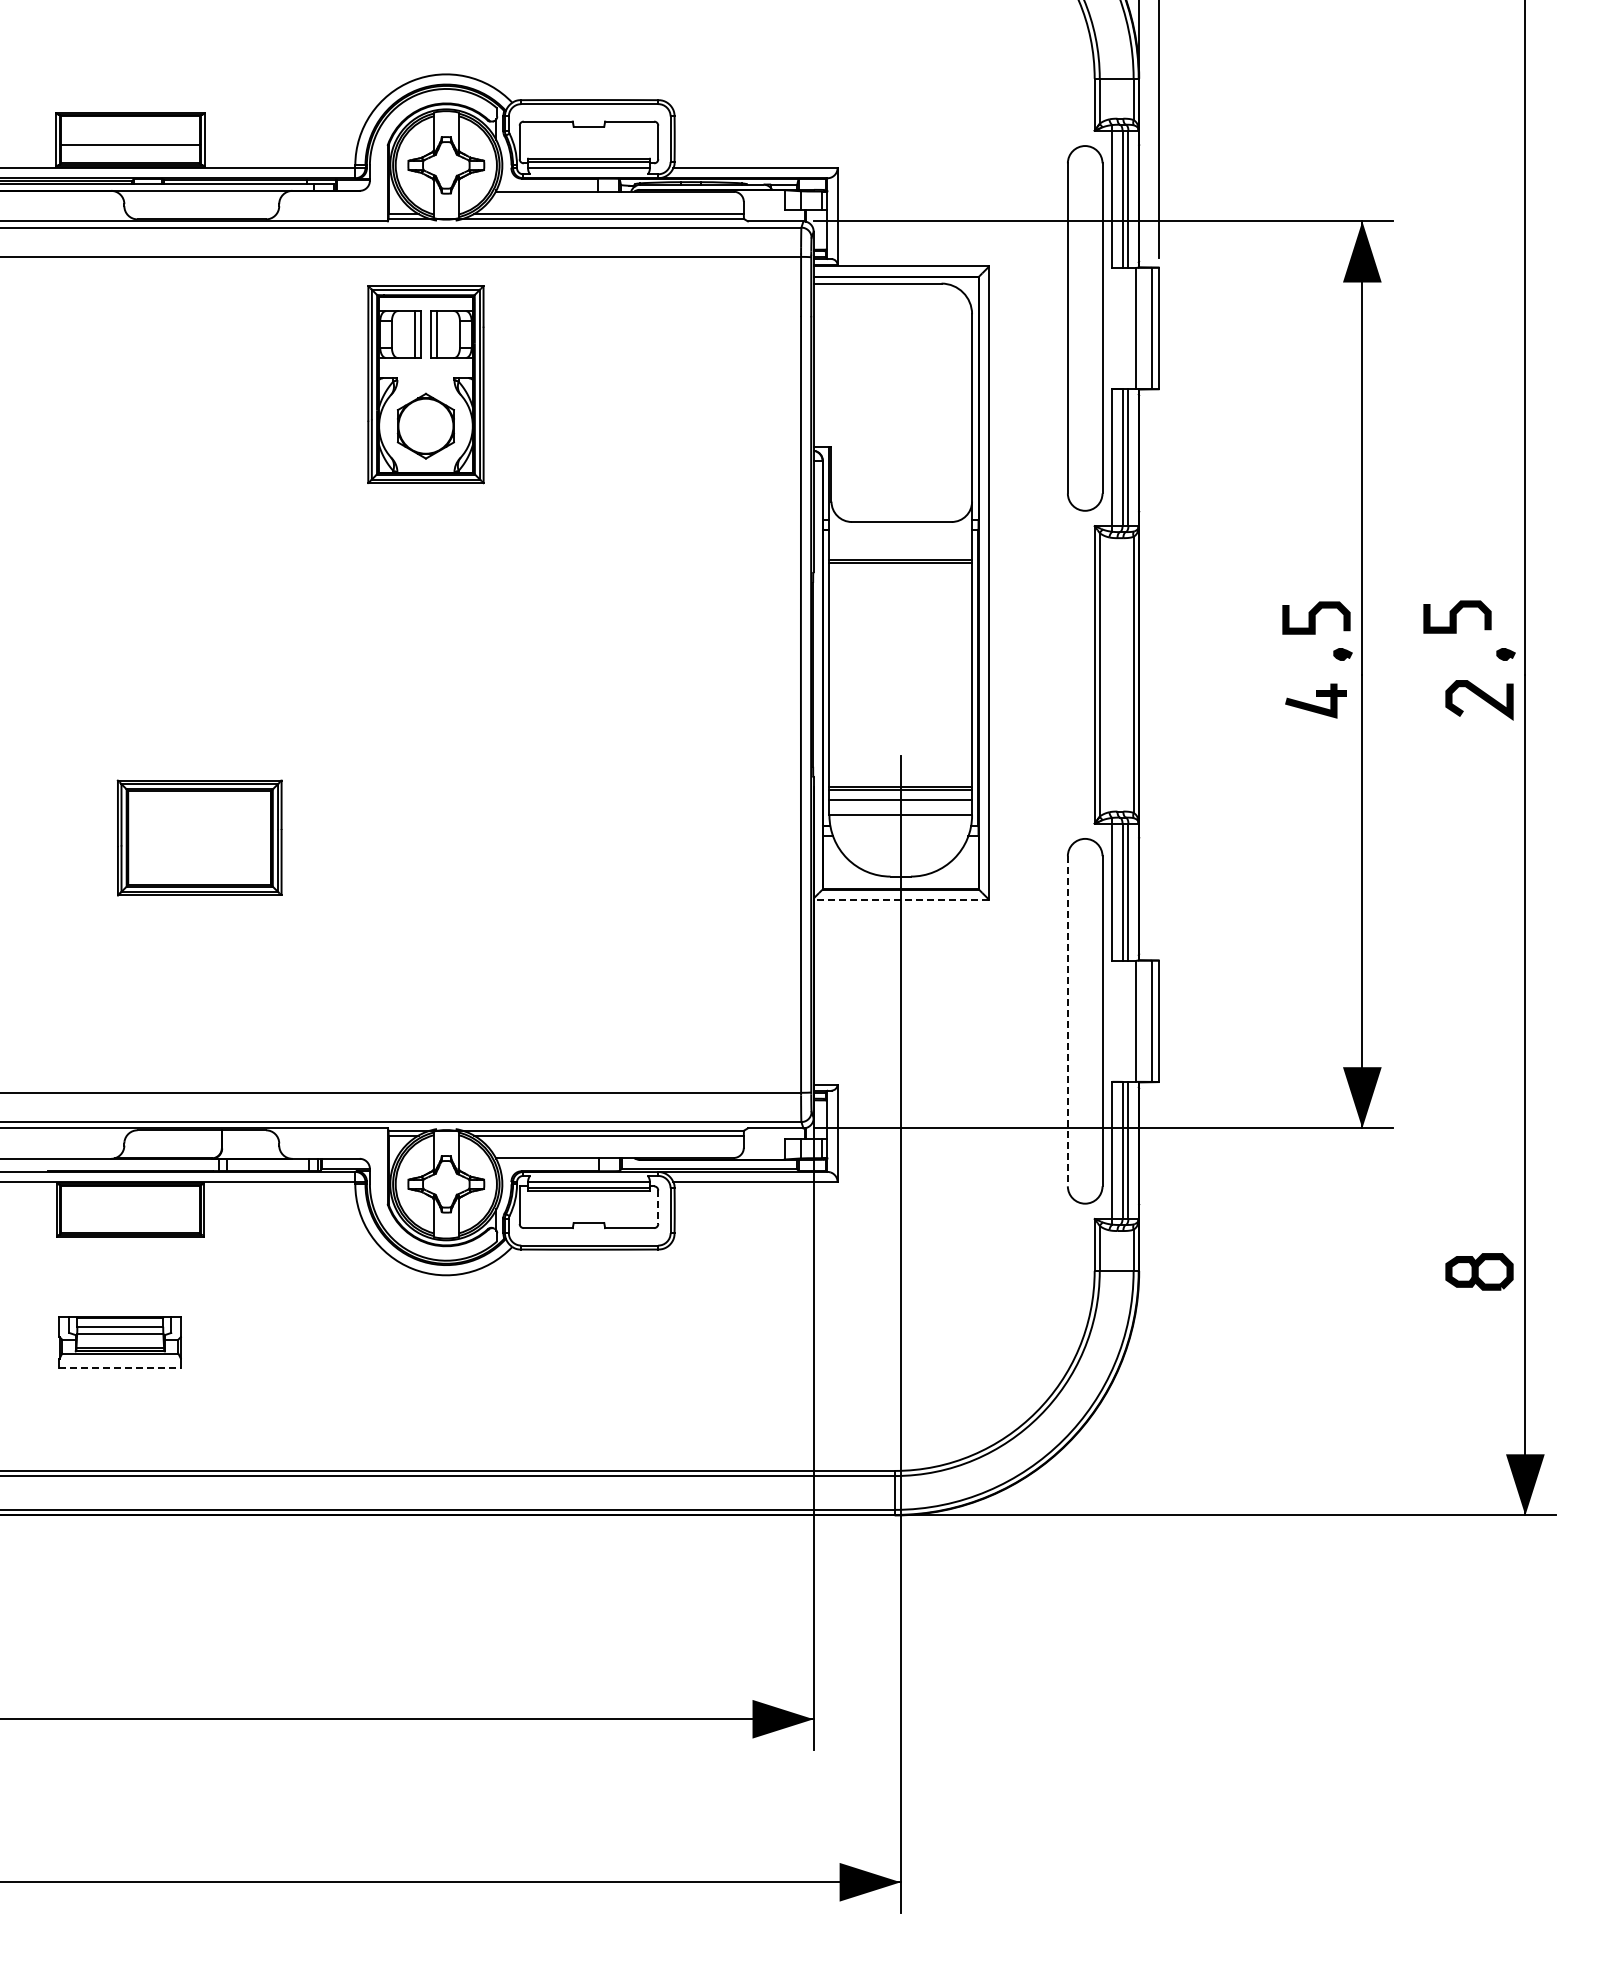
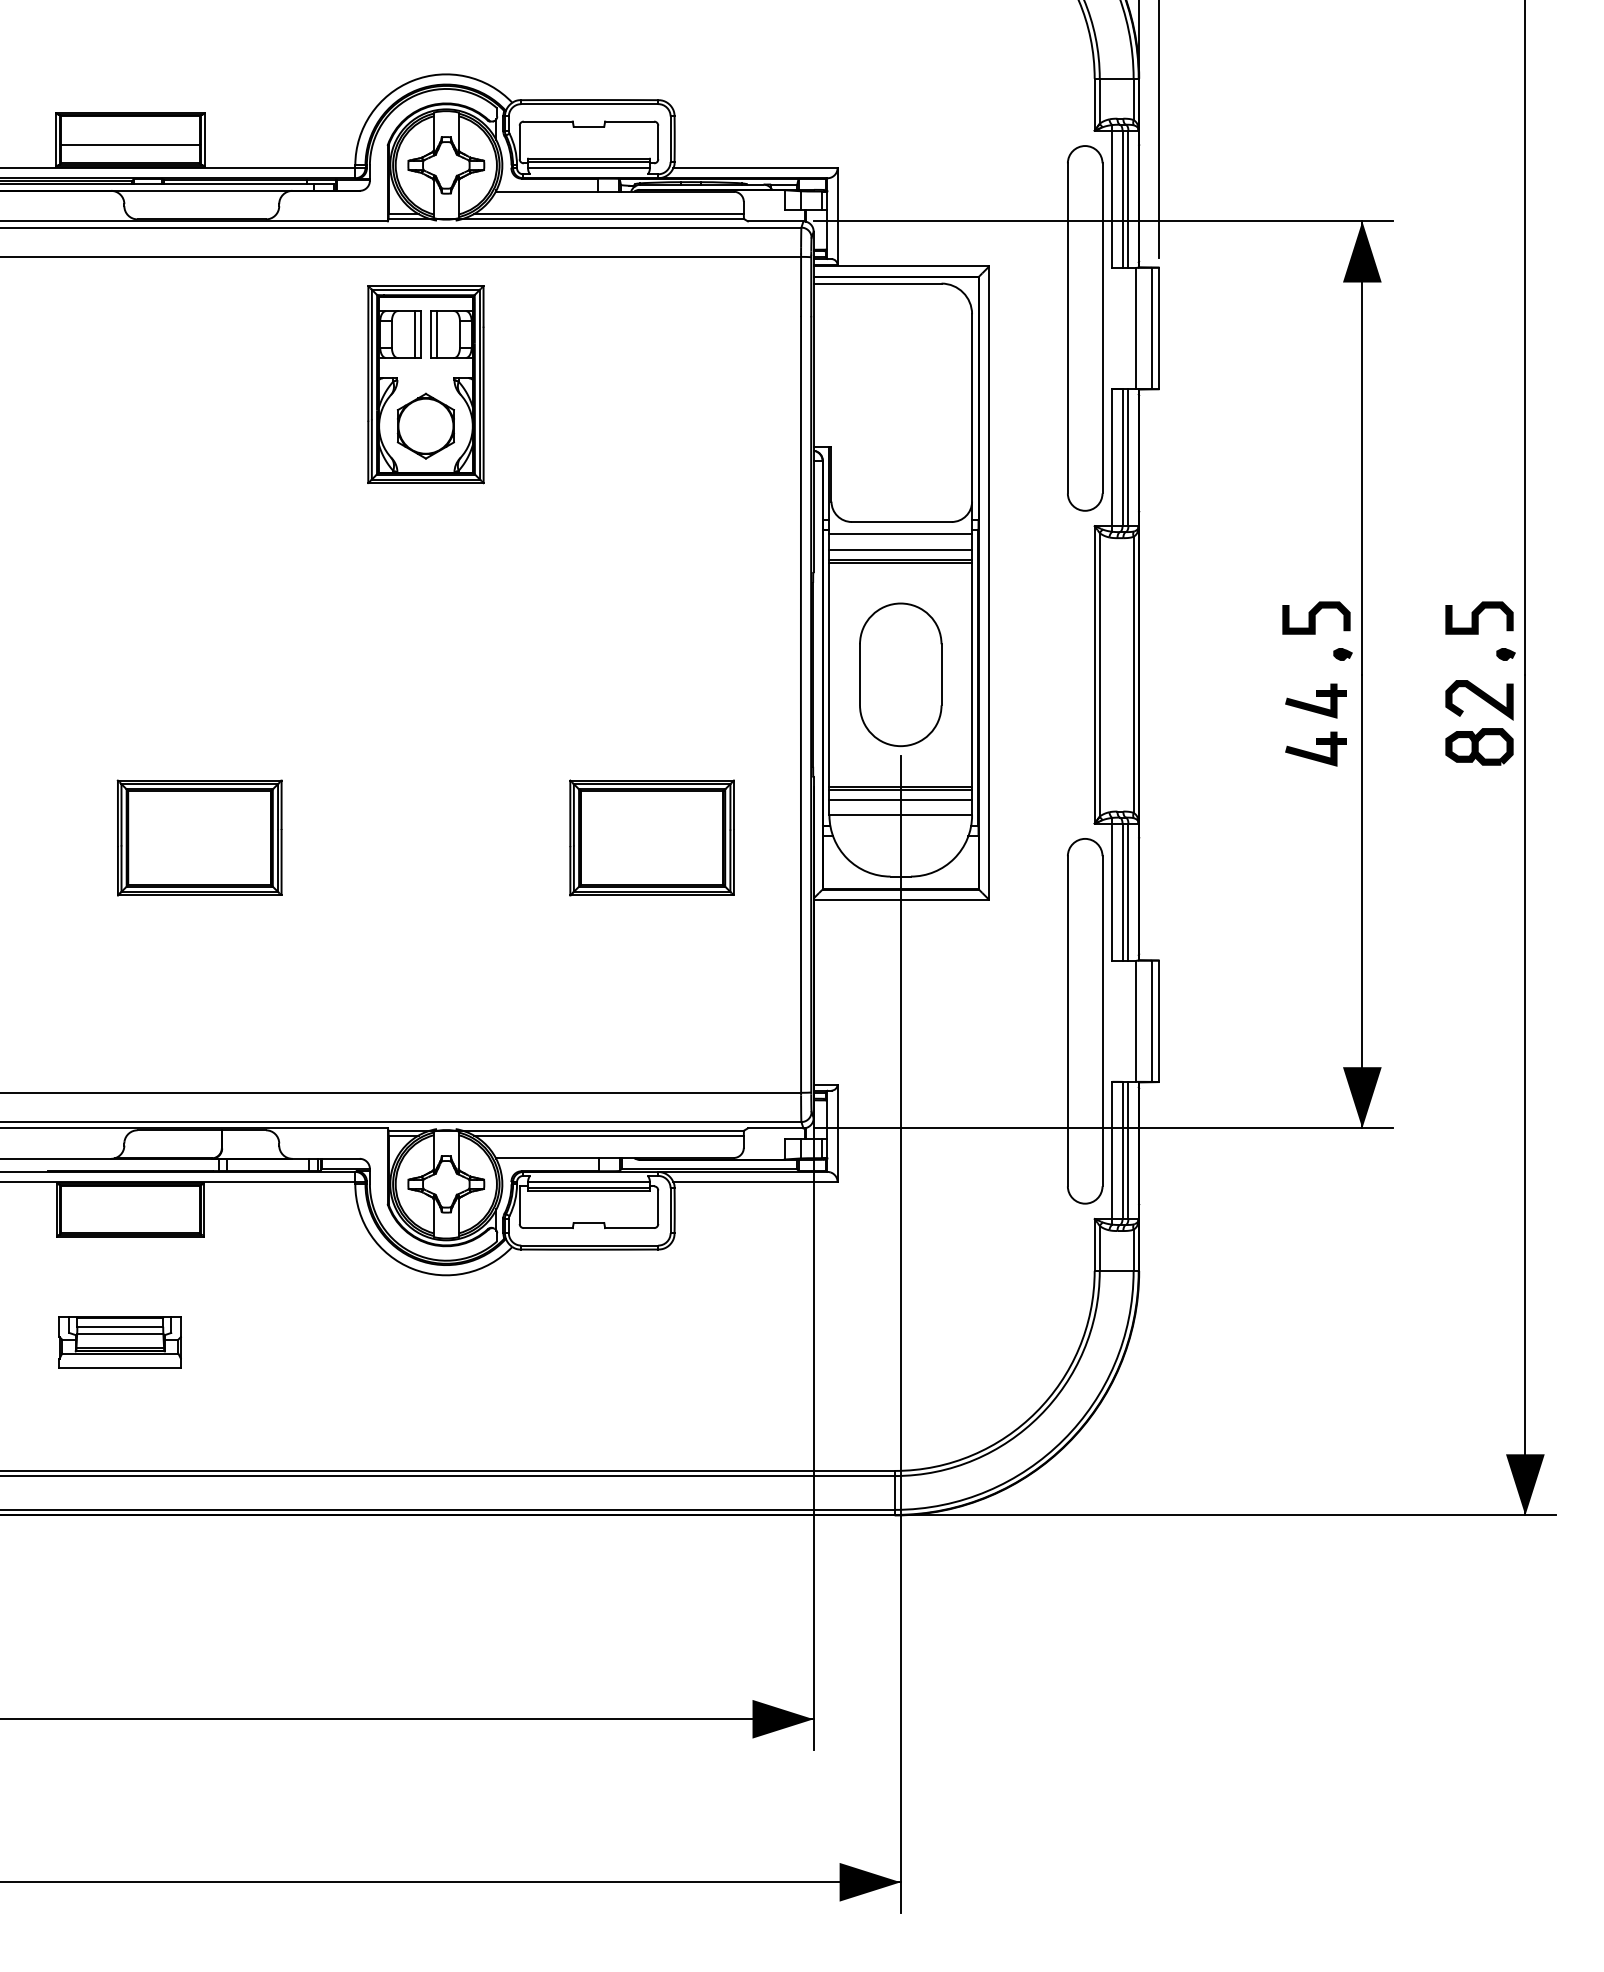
line at (900, 534): none -> present
line at (900, 549): none -> present
curve at (1456, 616) position: (1456, 616) -> (1478, 617)
part at (900, 674): none -> present
part at (1315, 748): none -> present
part at (651, 837): none -> present
line at (901, 899): dashed -> solid
line at (1067, 1021): dashed -> solid
line at (658, 1207): dashed -> solid
part at (1479, 1271) position: (1479, 1271) -> (1479, 746)
line at (120, 1367): dashed -> solid
